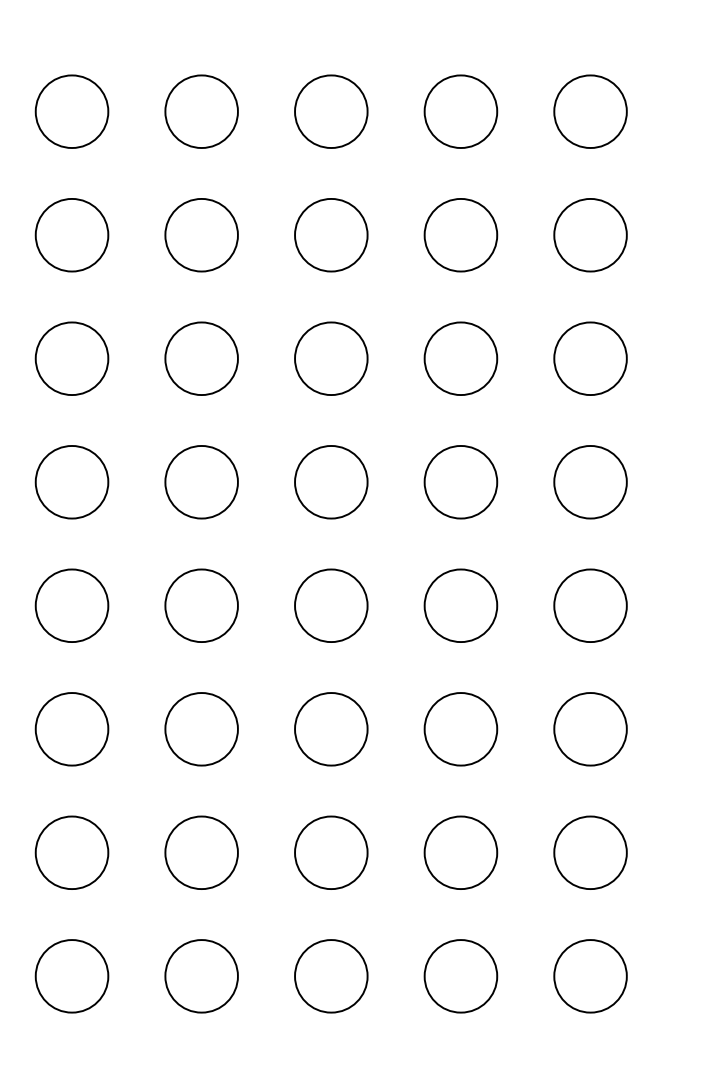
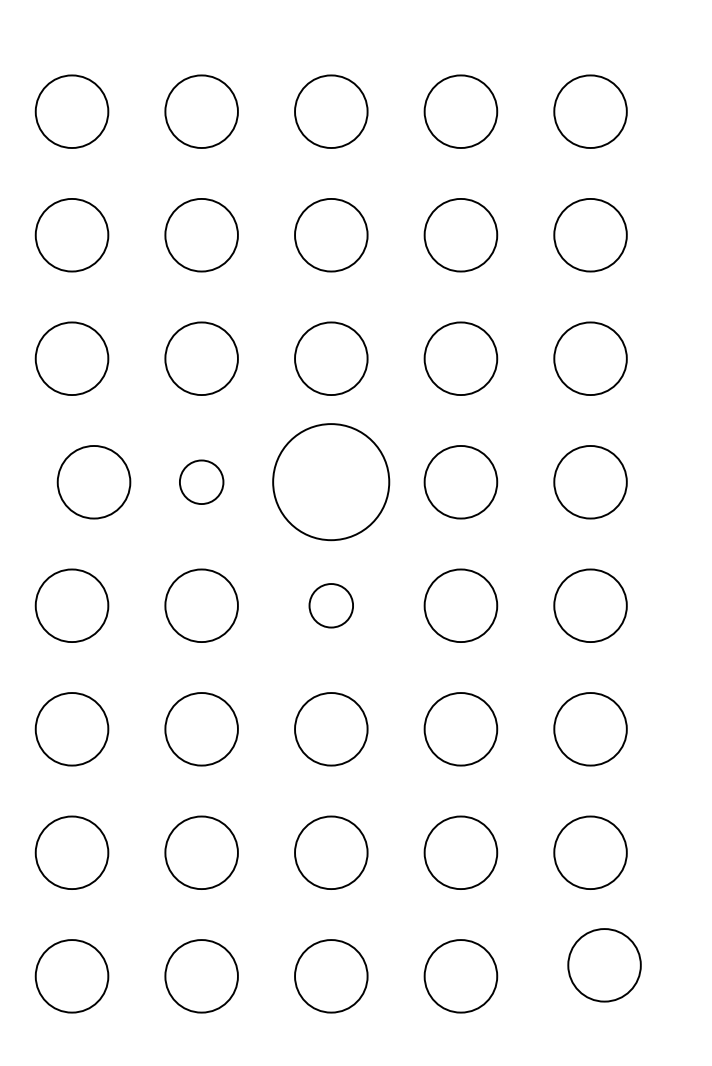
circle at (201, 481) diameter: 73 px -> 44 px
circle at (71, 482) position: (71, 482) -> (93, 482)
circle at (331, 482) size: 75x75 px -> 119x119 px
circle at (331, 605) diameter: 73 px -> 44 px
circle at (590, 976) position: (590, 976) -> (604, 965)
